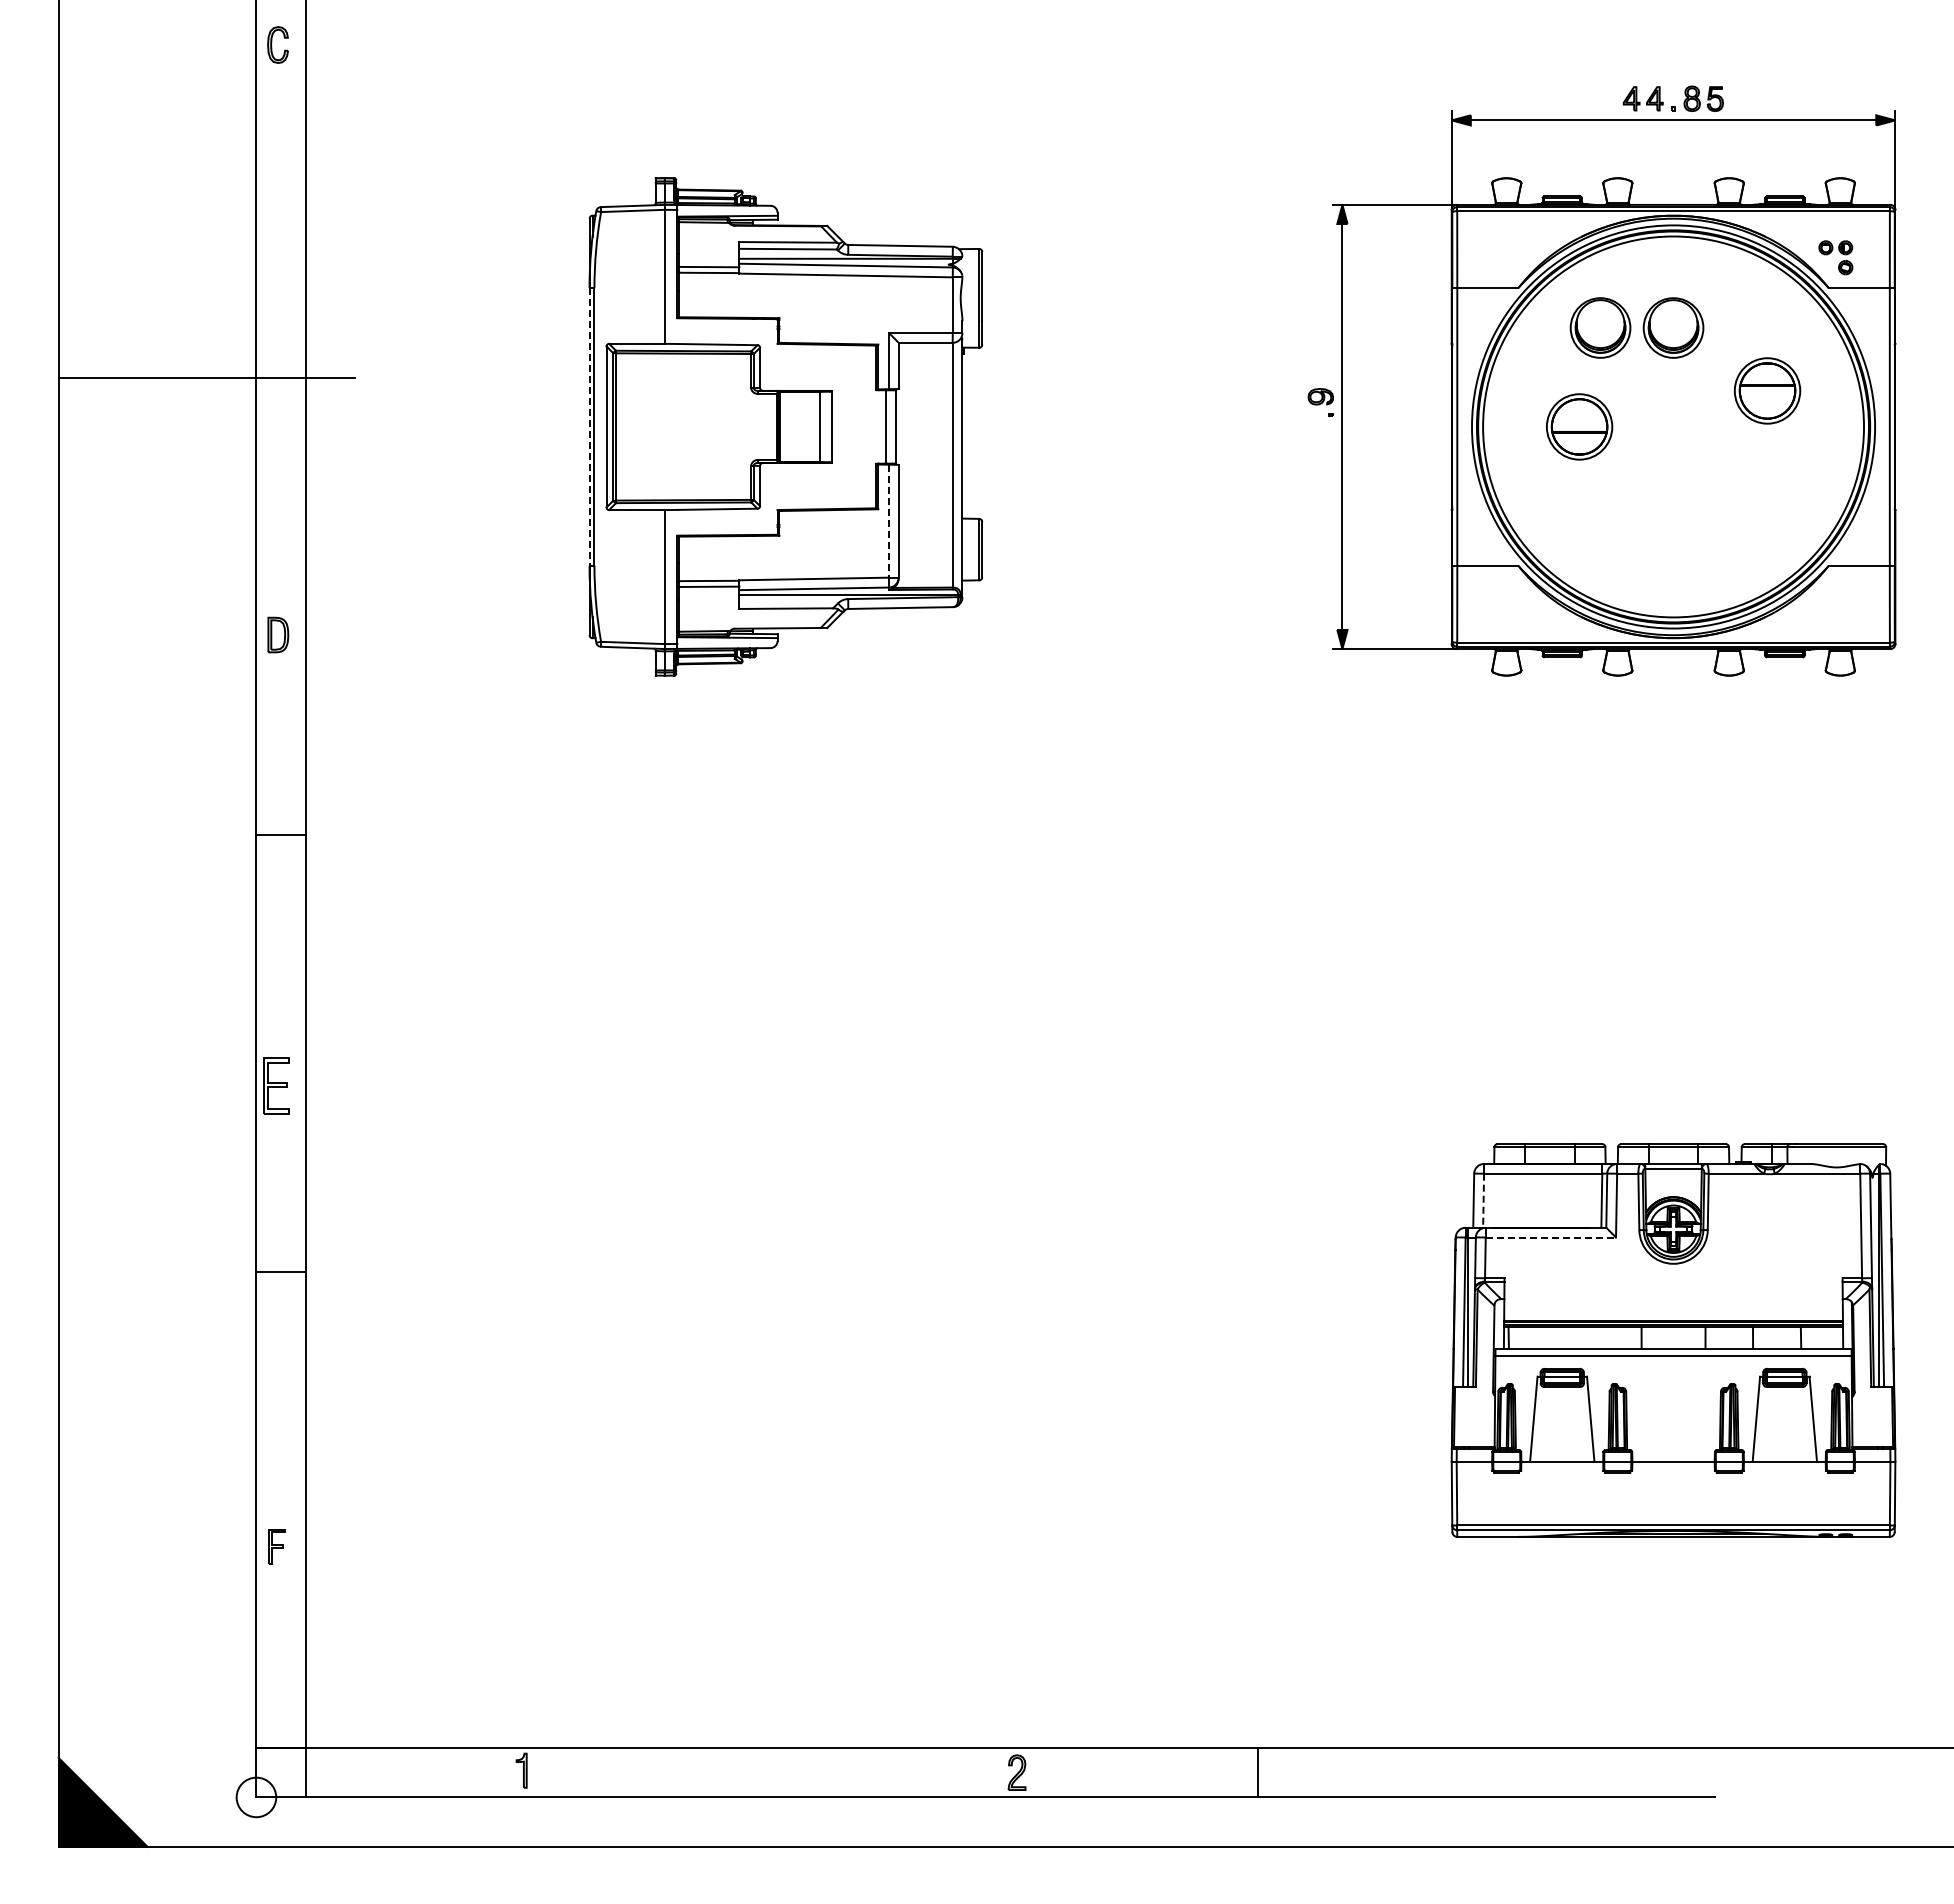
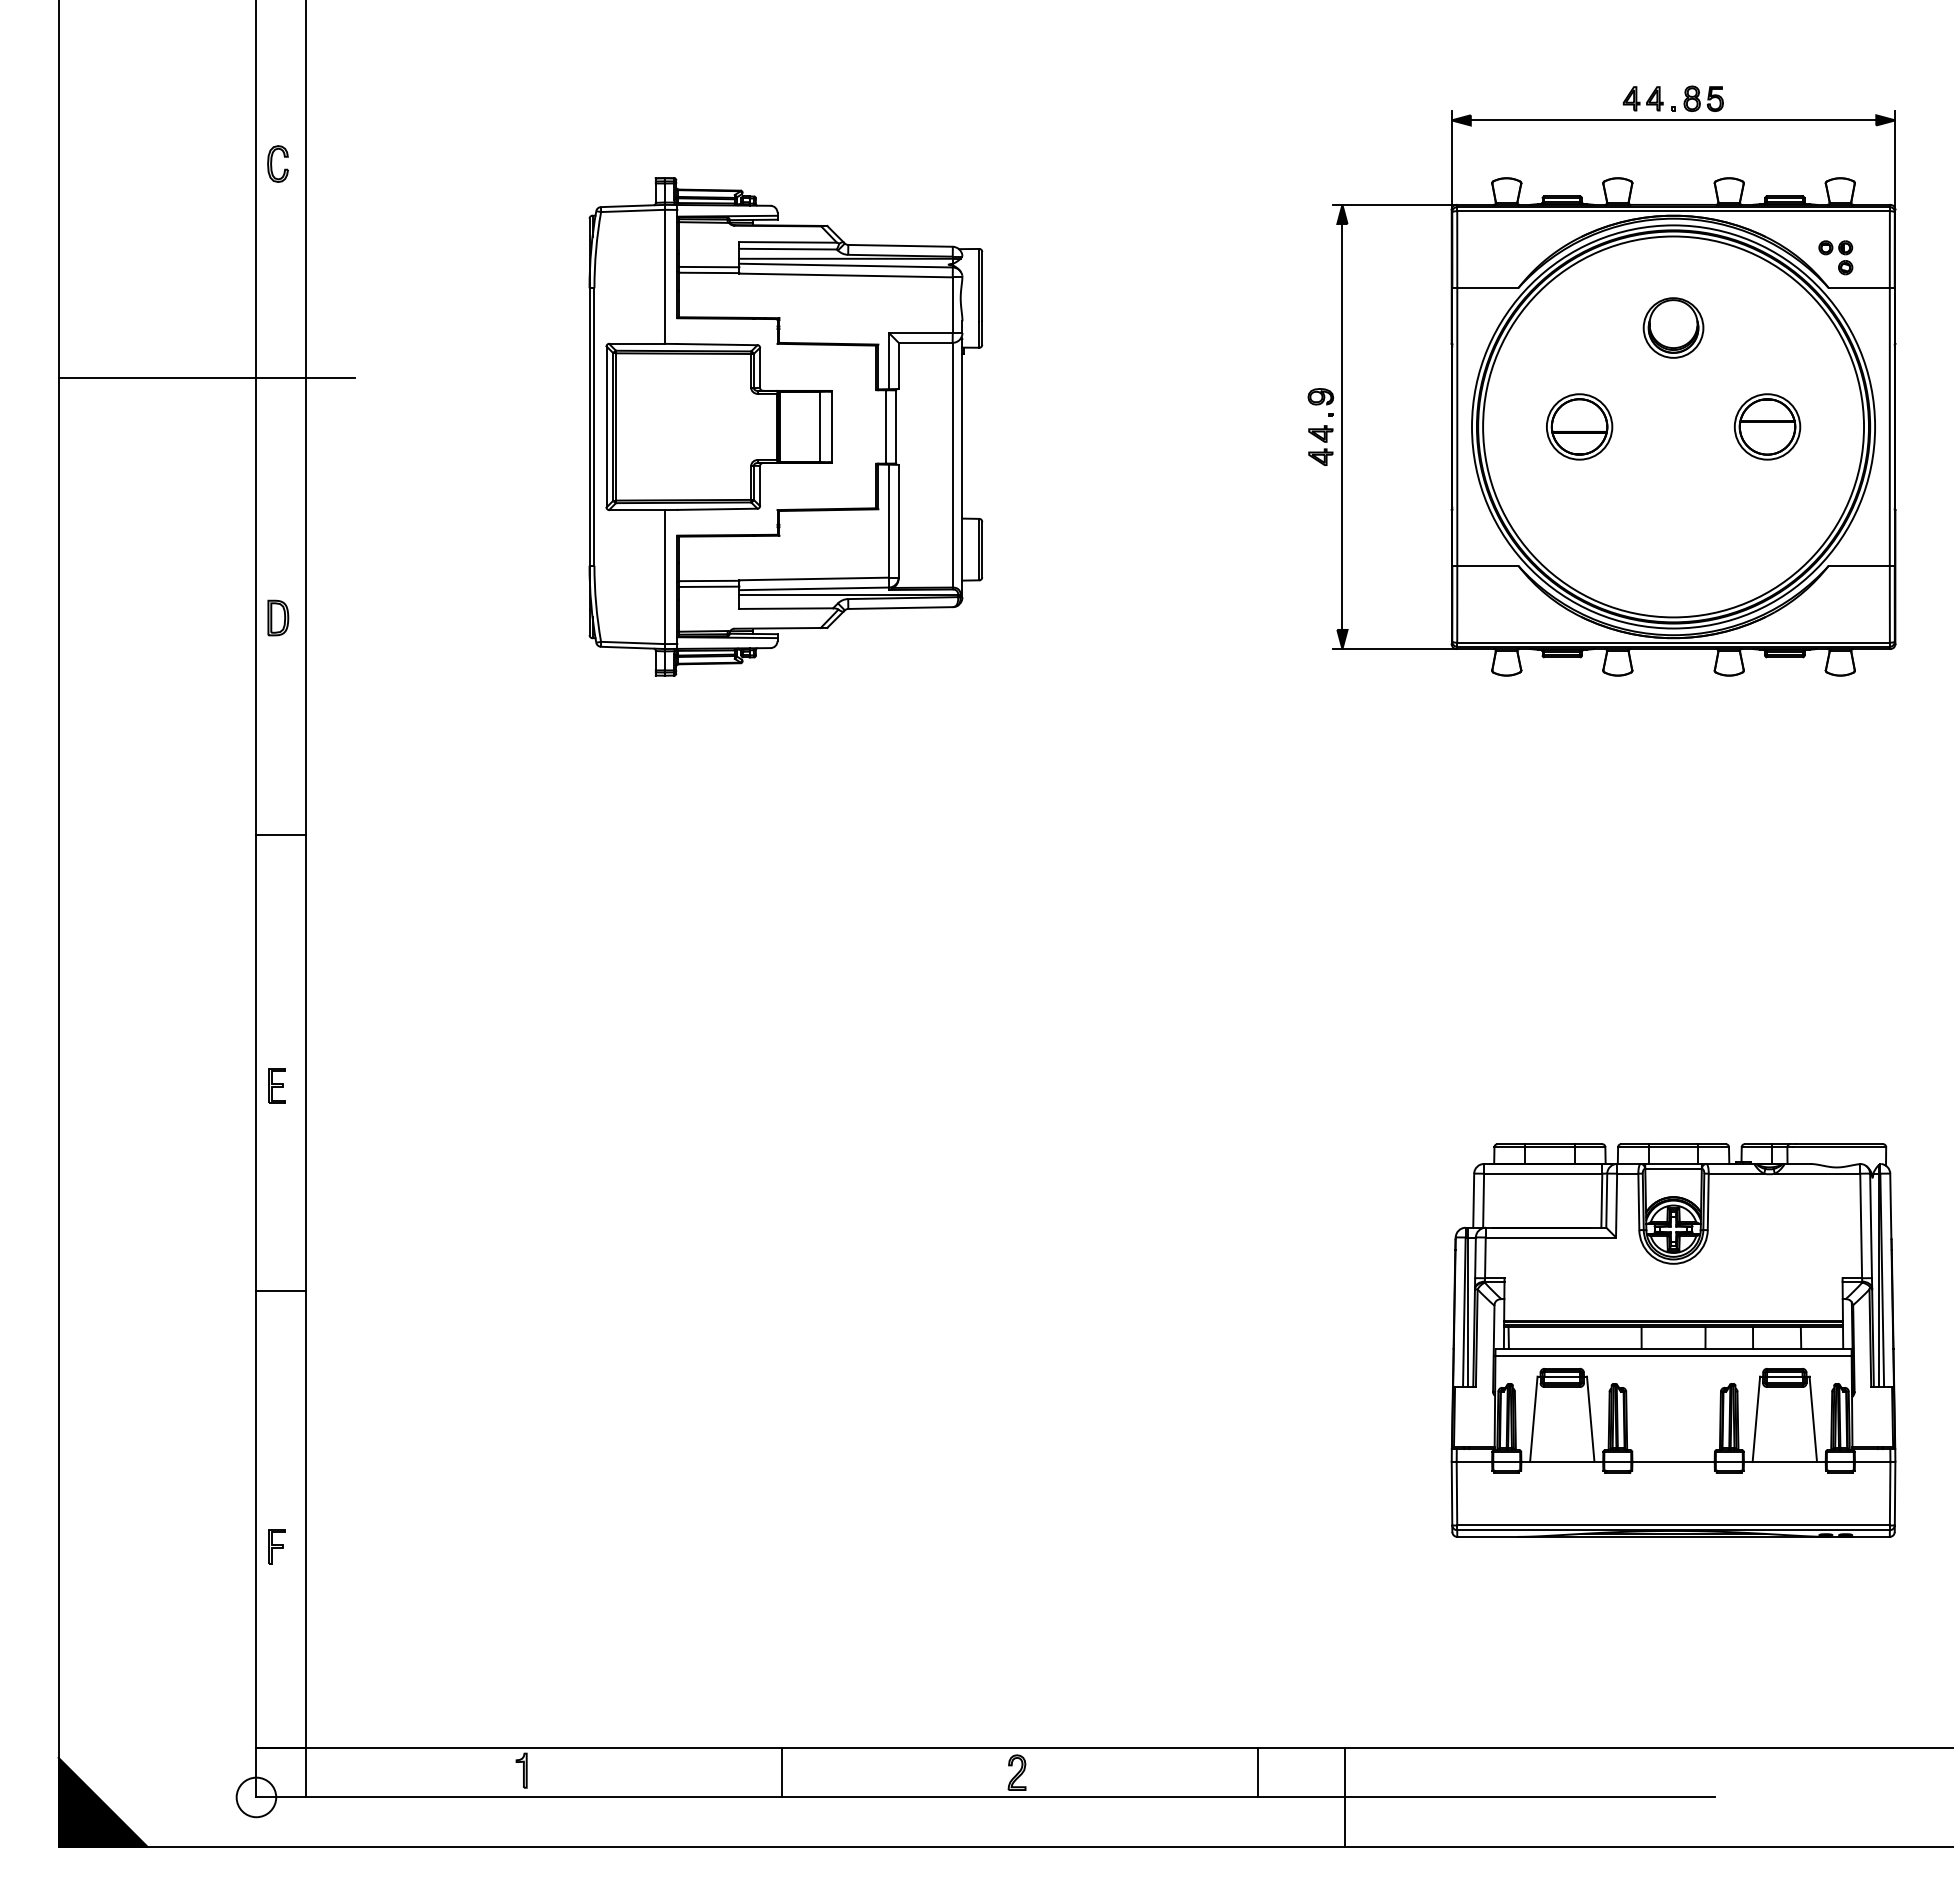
part at (277, 44) position: (277, 44) -> (277, 163)
part at (1600, 327): present -> none
part at (1767, 390) position: (1767, 390) -> (1767, 426)
line at (589, 426): dashed -> solid
part at (1320, 445): none -> present
line at (888, 521): dashed -> solid
part at (278, 634) position: (278, 634) -> (278, 617)
part at (276, 1085) size: 27x58 px -> 18x36 px
line at (1483, 1201): dashed -> solid
line at (1551, 1237): dashed -> solid
line at (280, 1272) position: (280, 1272) -> (280, 1291)
line at (781, 1772): none -> present
line at (1344, 1796): none -> present
